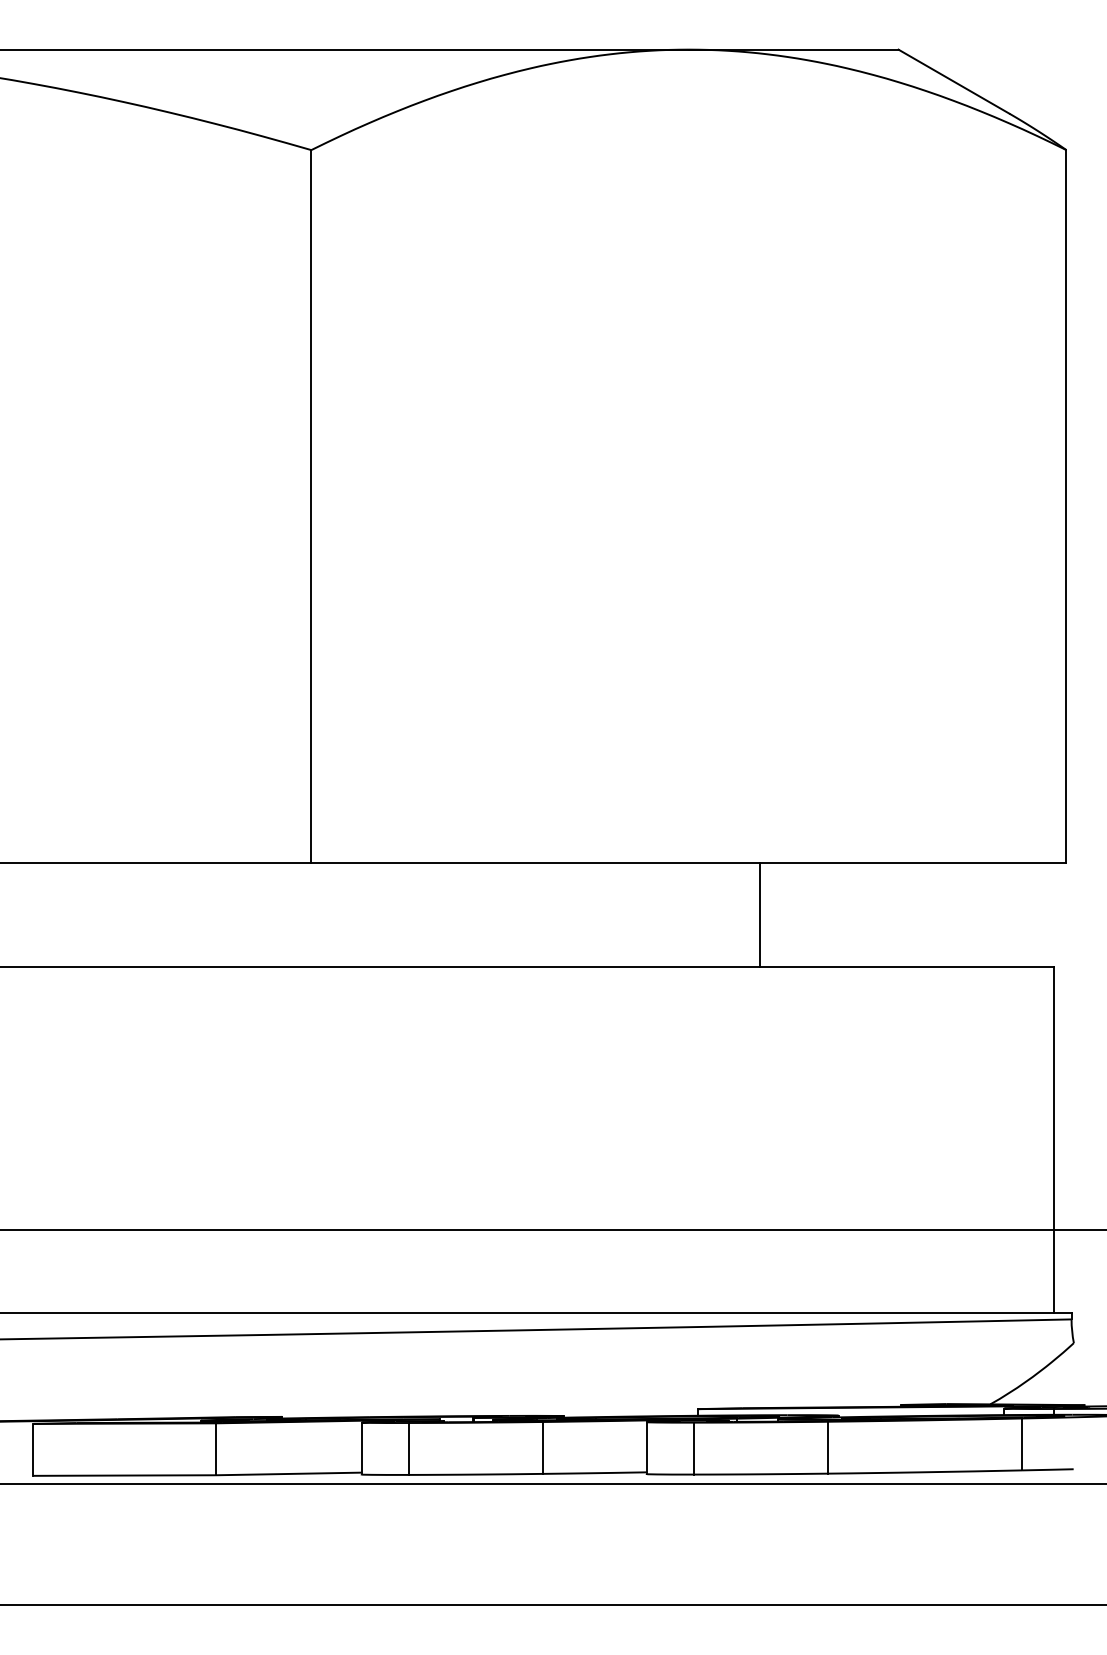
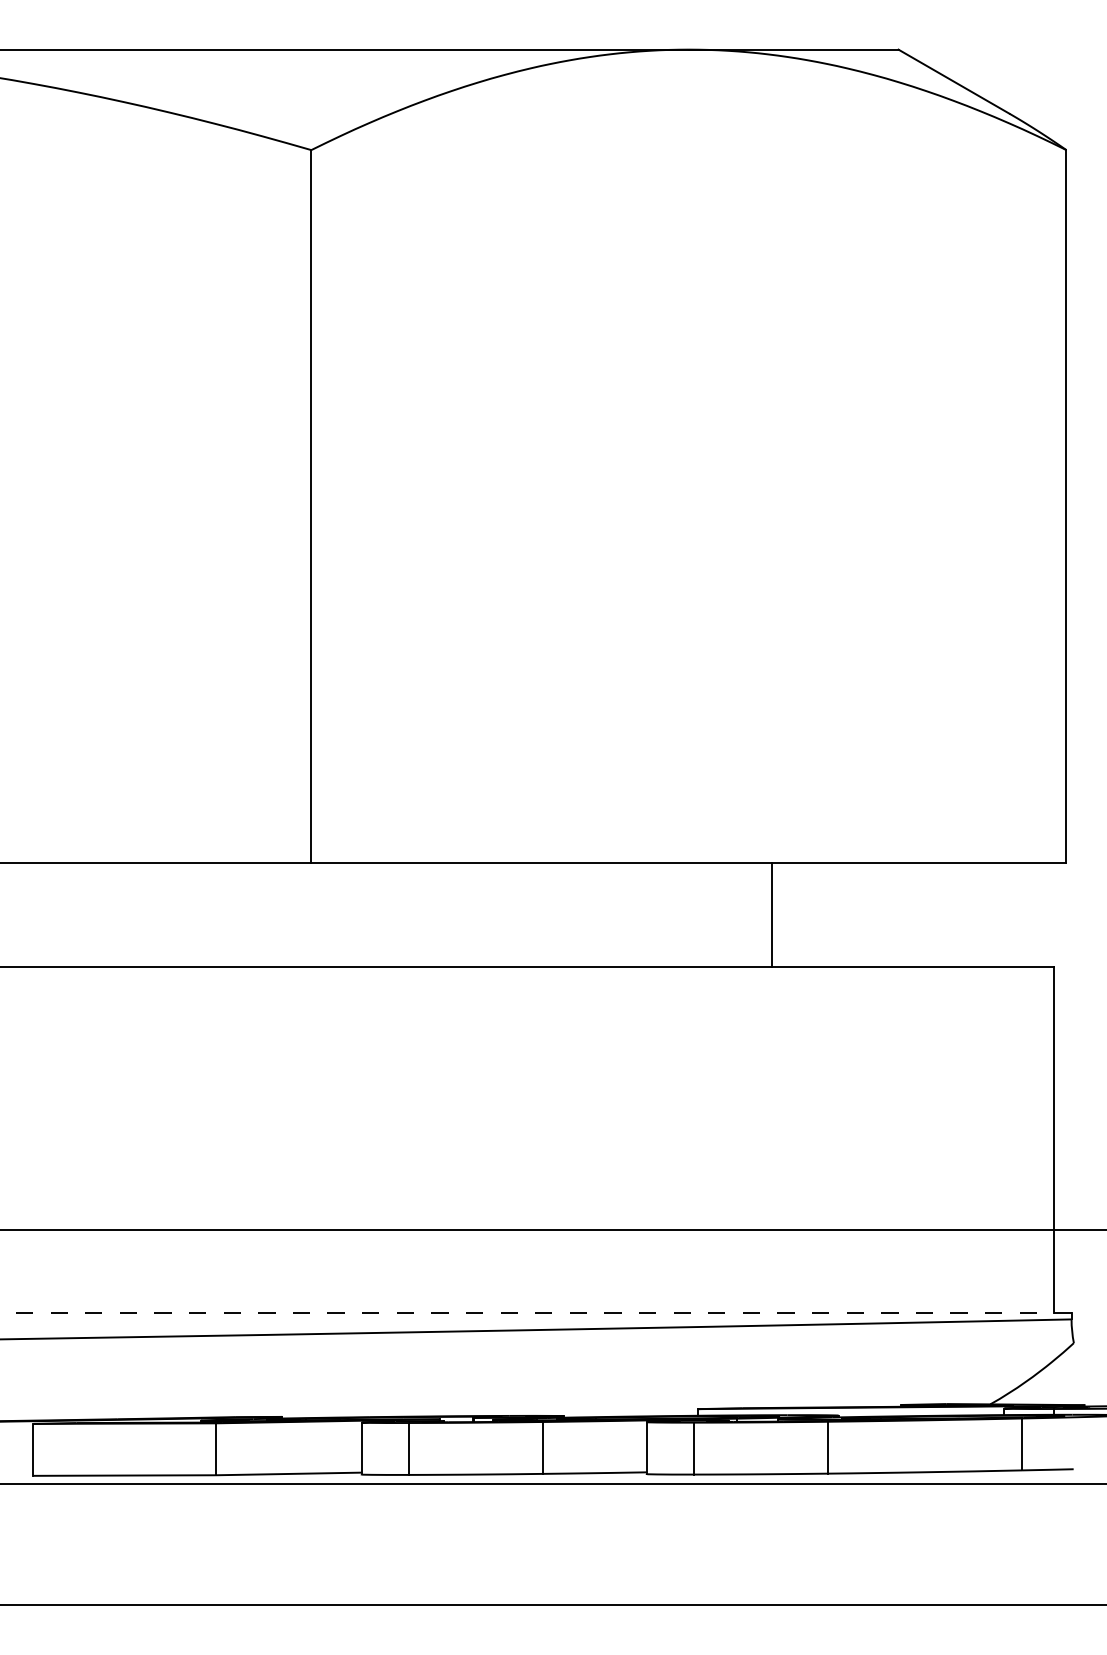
line at (760, 914) position: (760, 914) -> (772, 914)
line at (535, 1312): solid -> dashed
